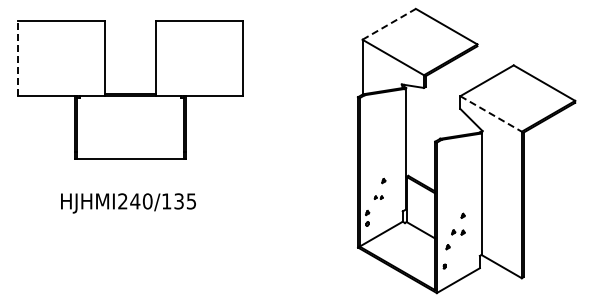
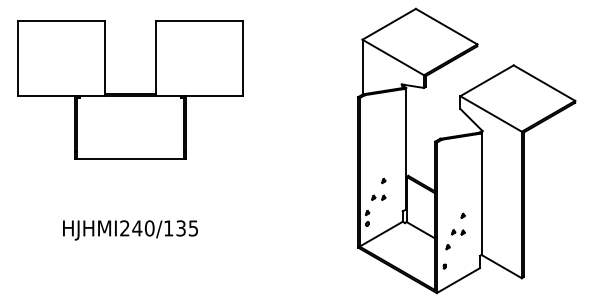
line at (389, 24): dashed -> solid
line at (17, 58): dashed -> solid
line at (491, 114): dashed -> solid
part at (378, 197) size: 11x5 px -> 16x7 px
text at (128, 203) position: (128, 203) -> (130, 230)
